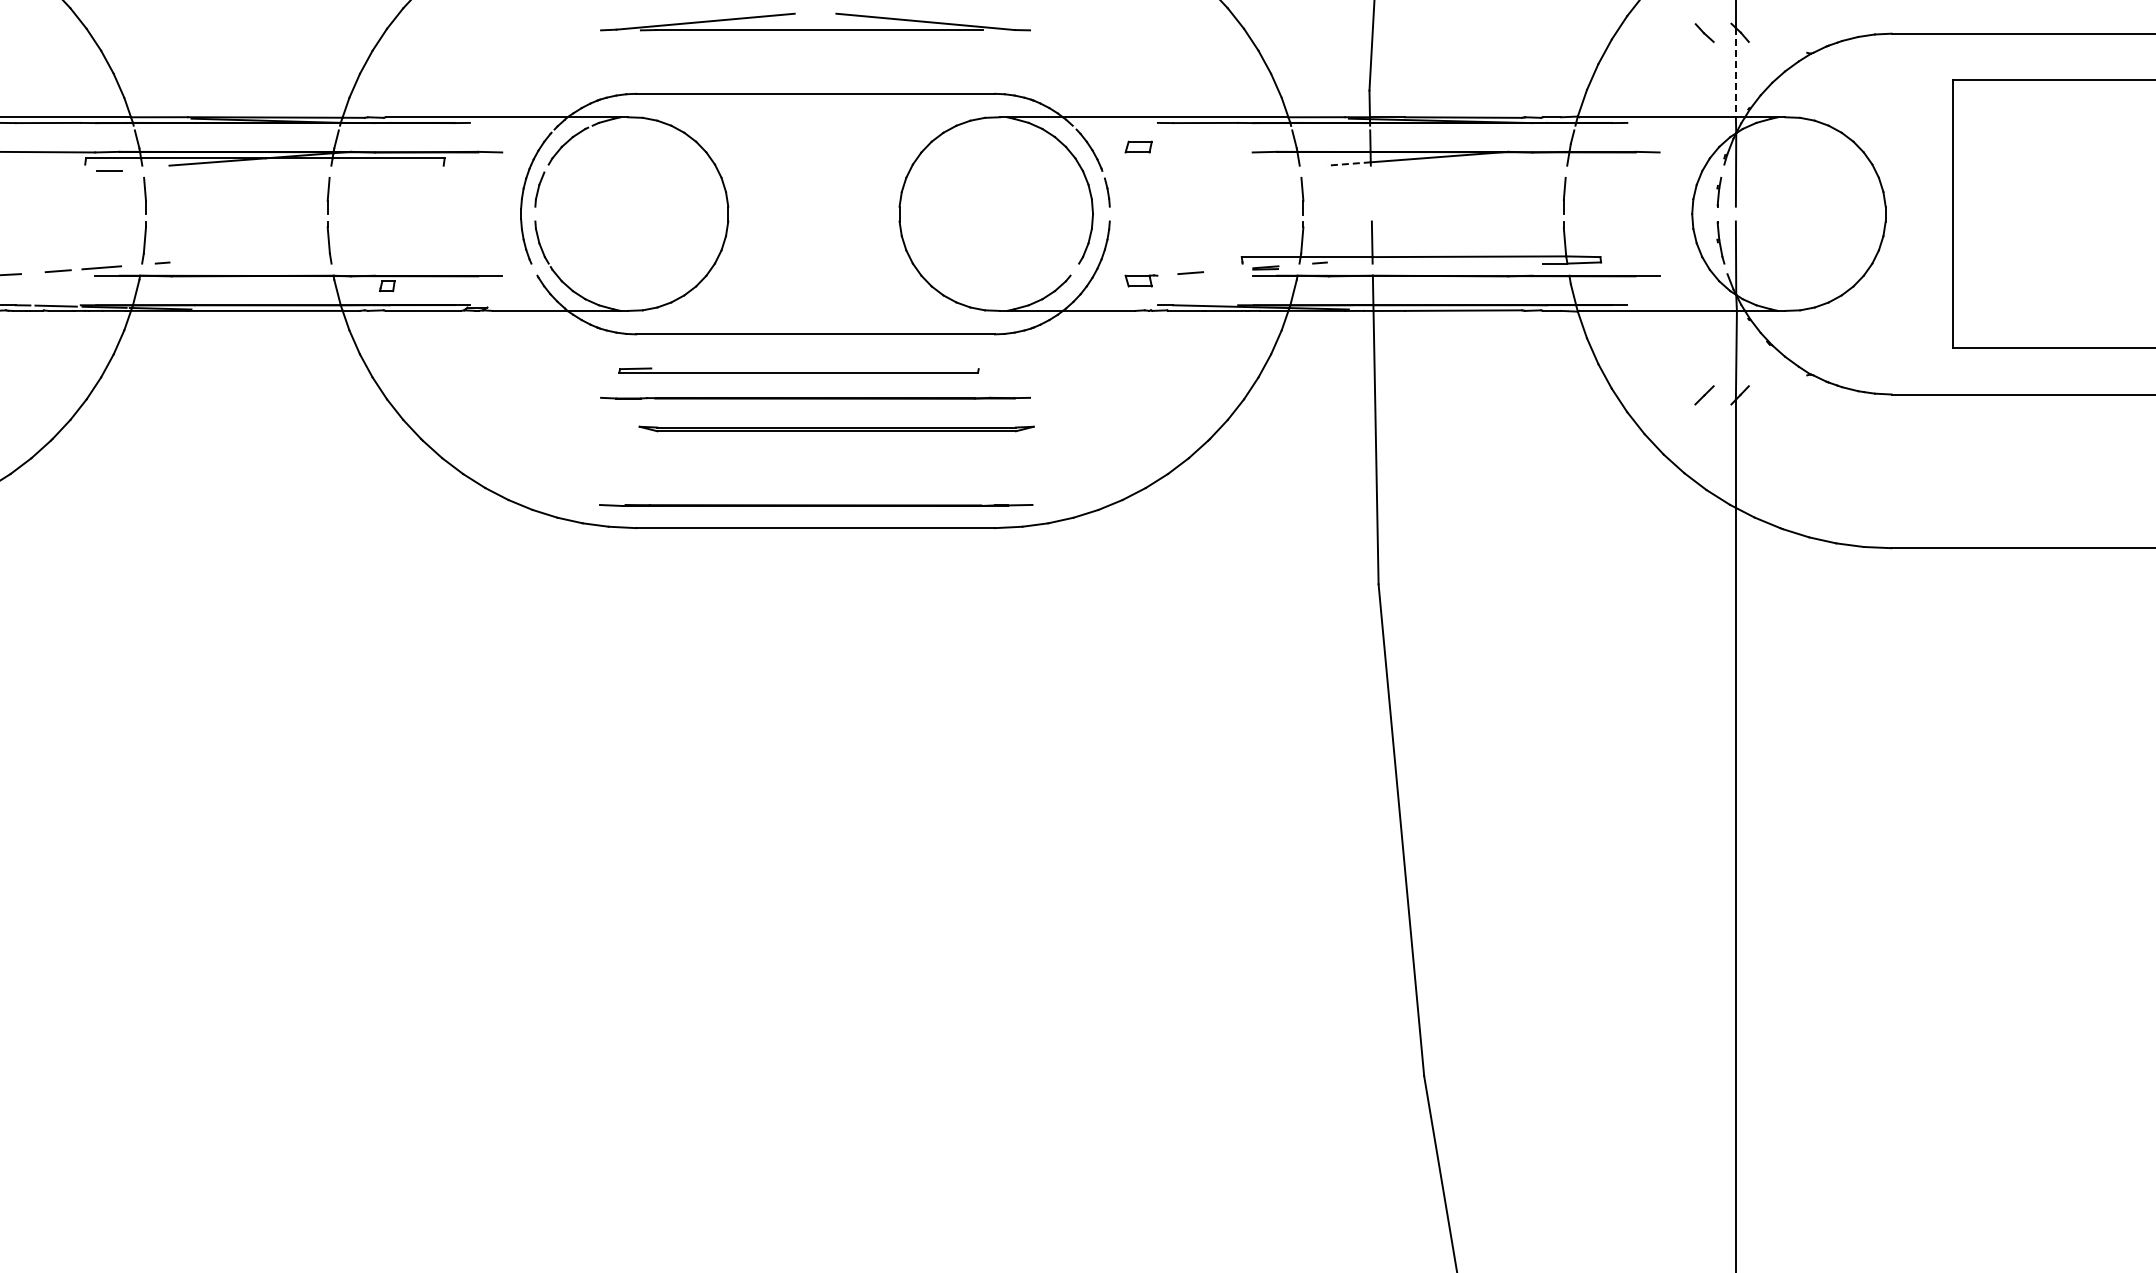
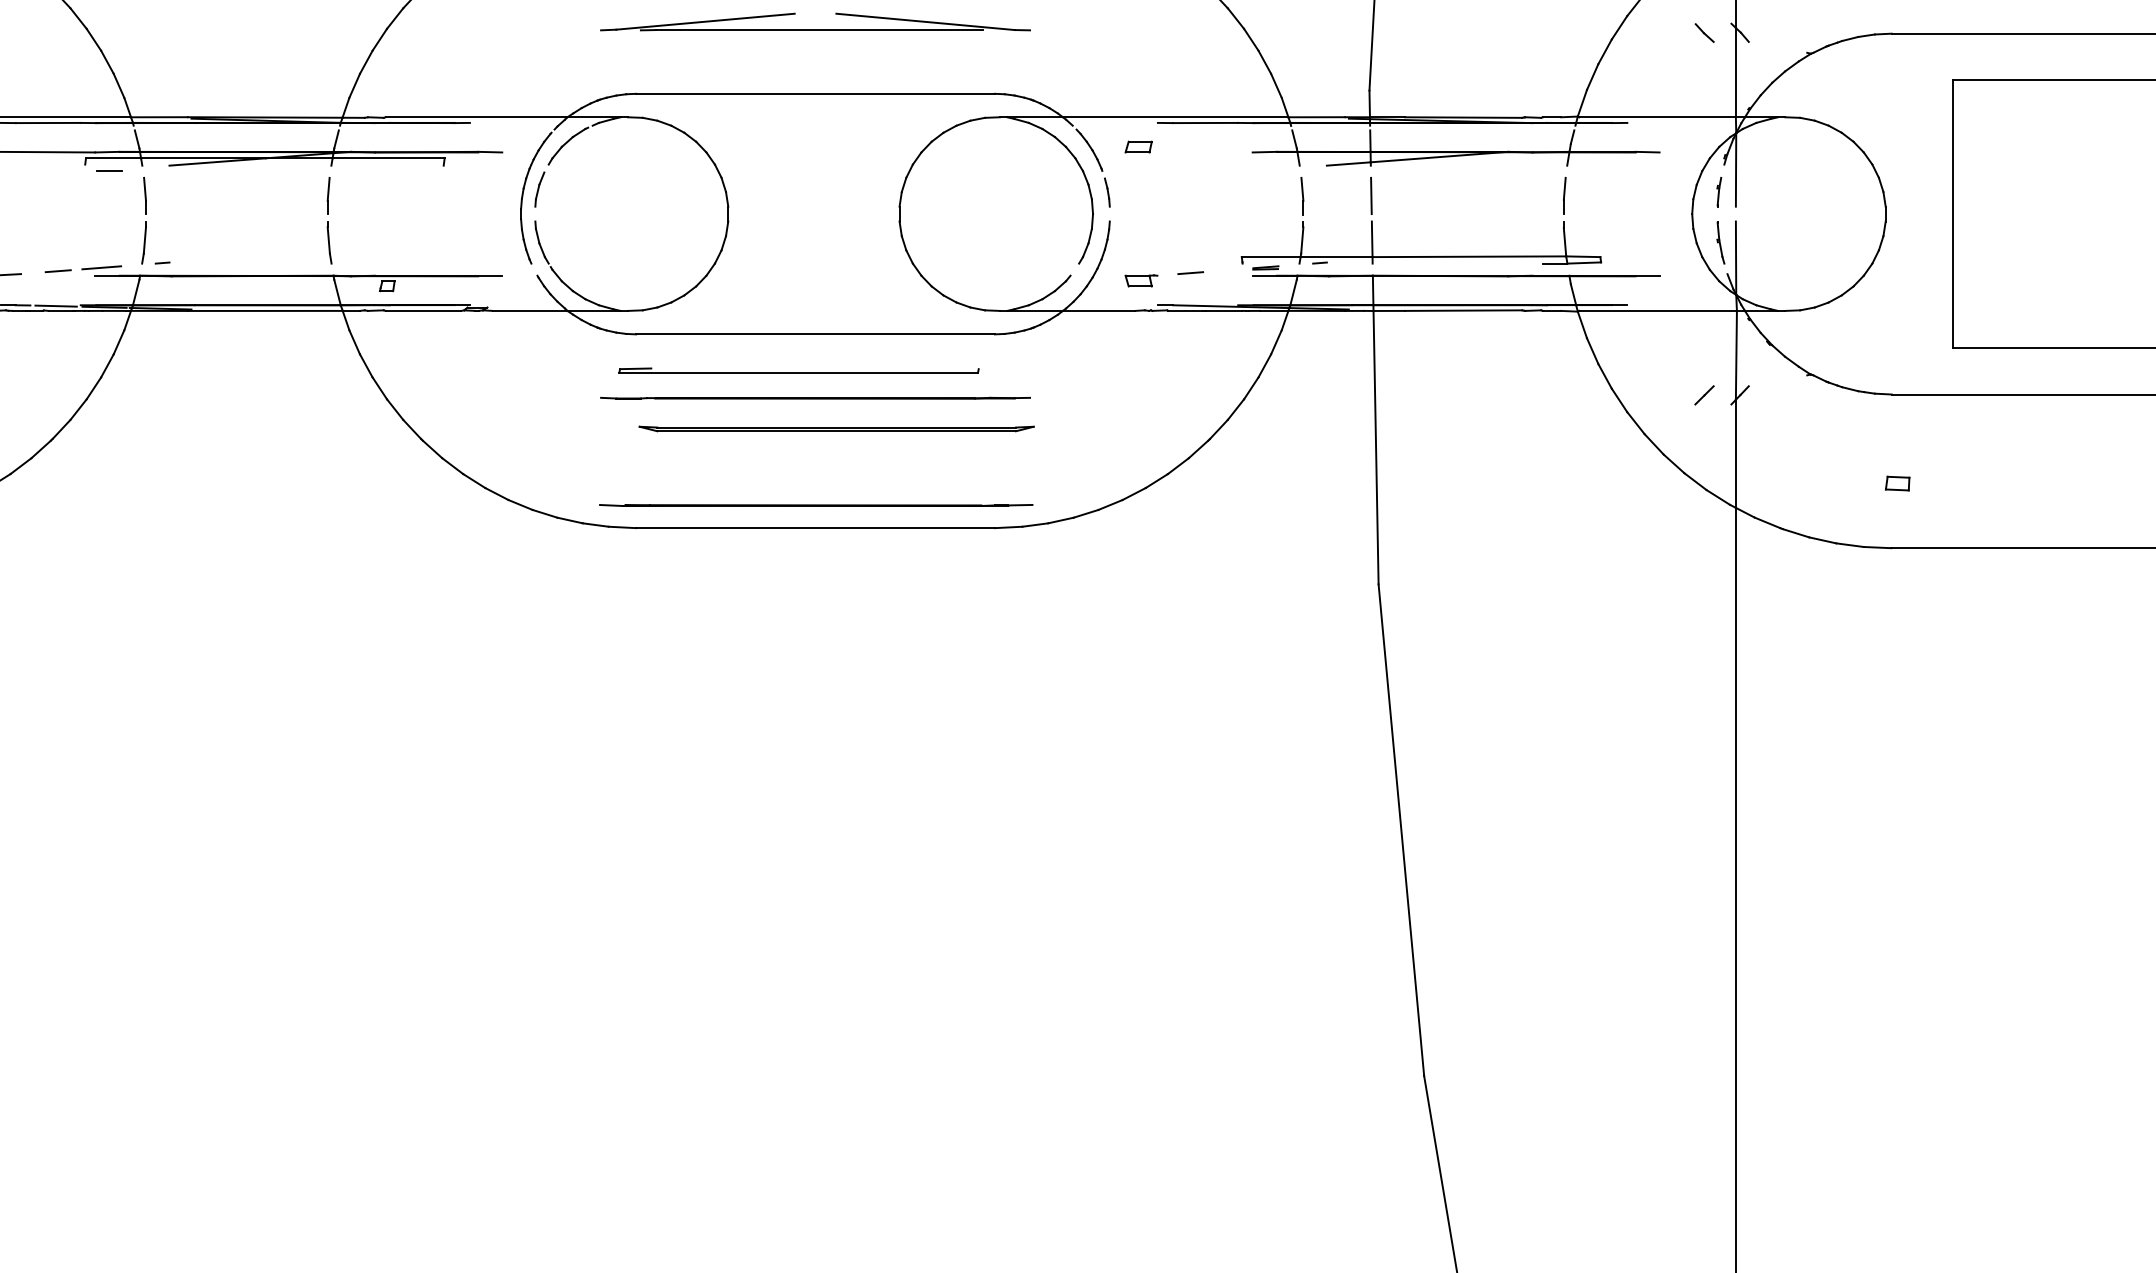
line at (1735, 72): dashed -> solid
line at (1348, 164): dashed -> solid
line at (1371, 195): none -> present
part at (1897, 483): none -> present
